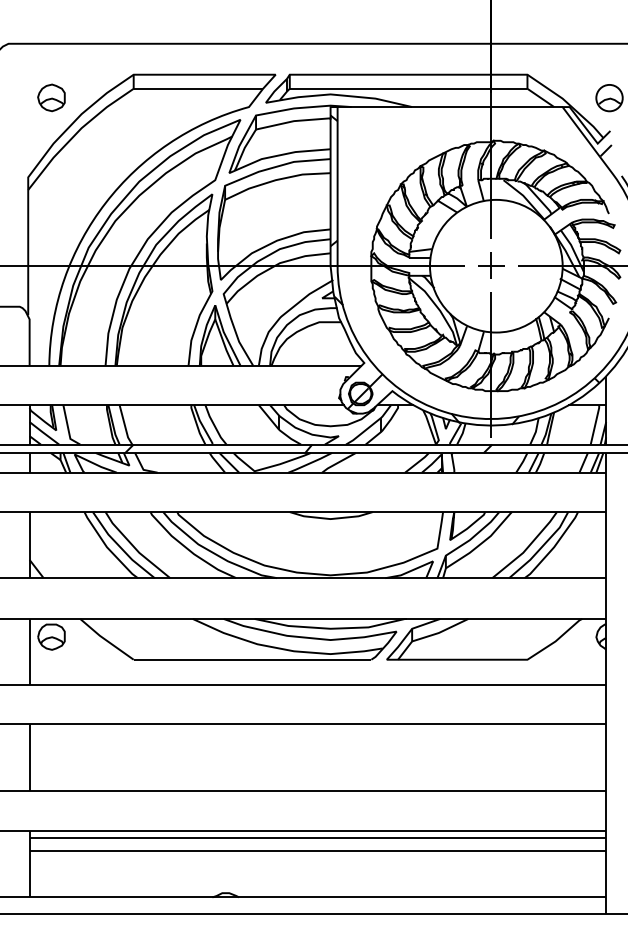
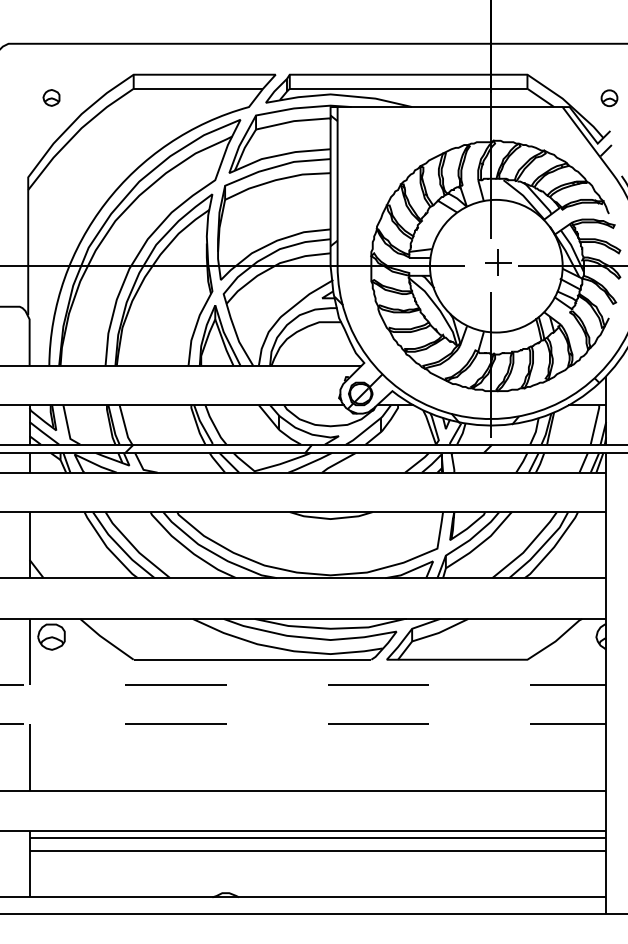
part at (51, 97) size: 29x30 px -> 19x18 px
part at (609, 98) size: 29x29 px -> 19x19 px
part at (491, 265) position: (491, 265) -> (498, 262)
line at (303, 685): solid -> dashed
line at (303, 724): solid -> dashed
